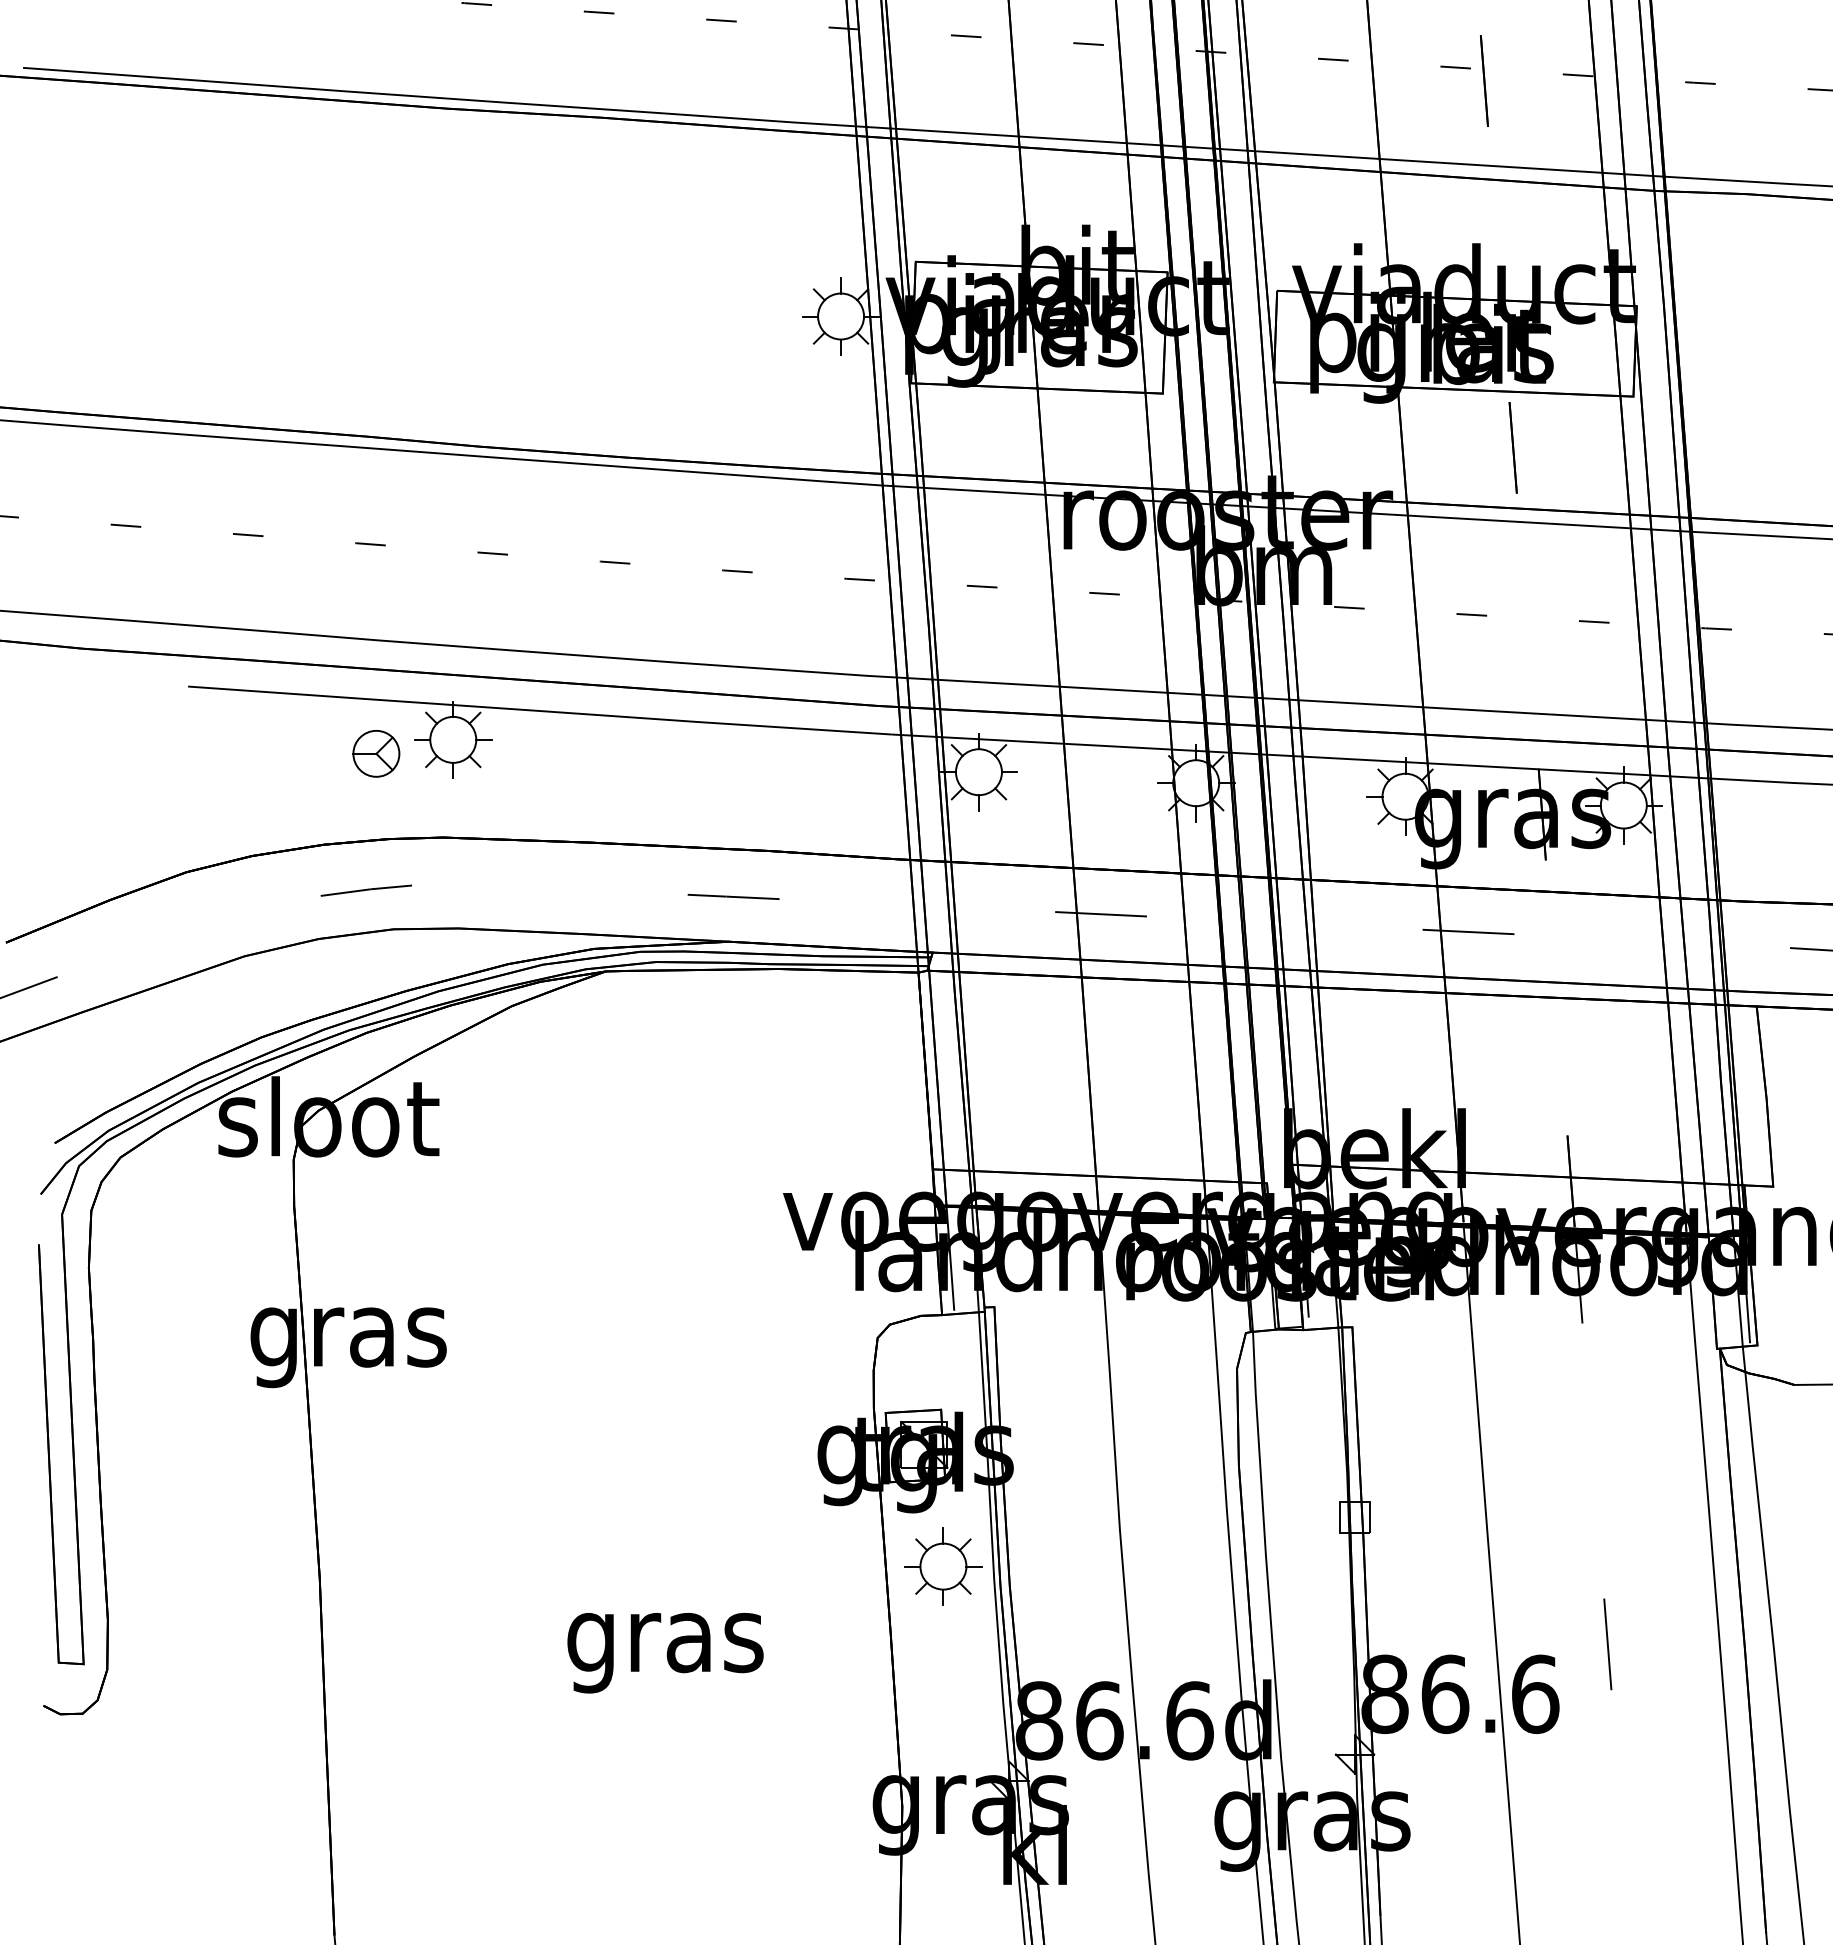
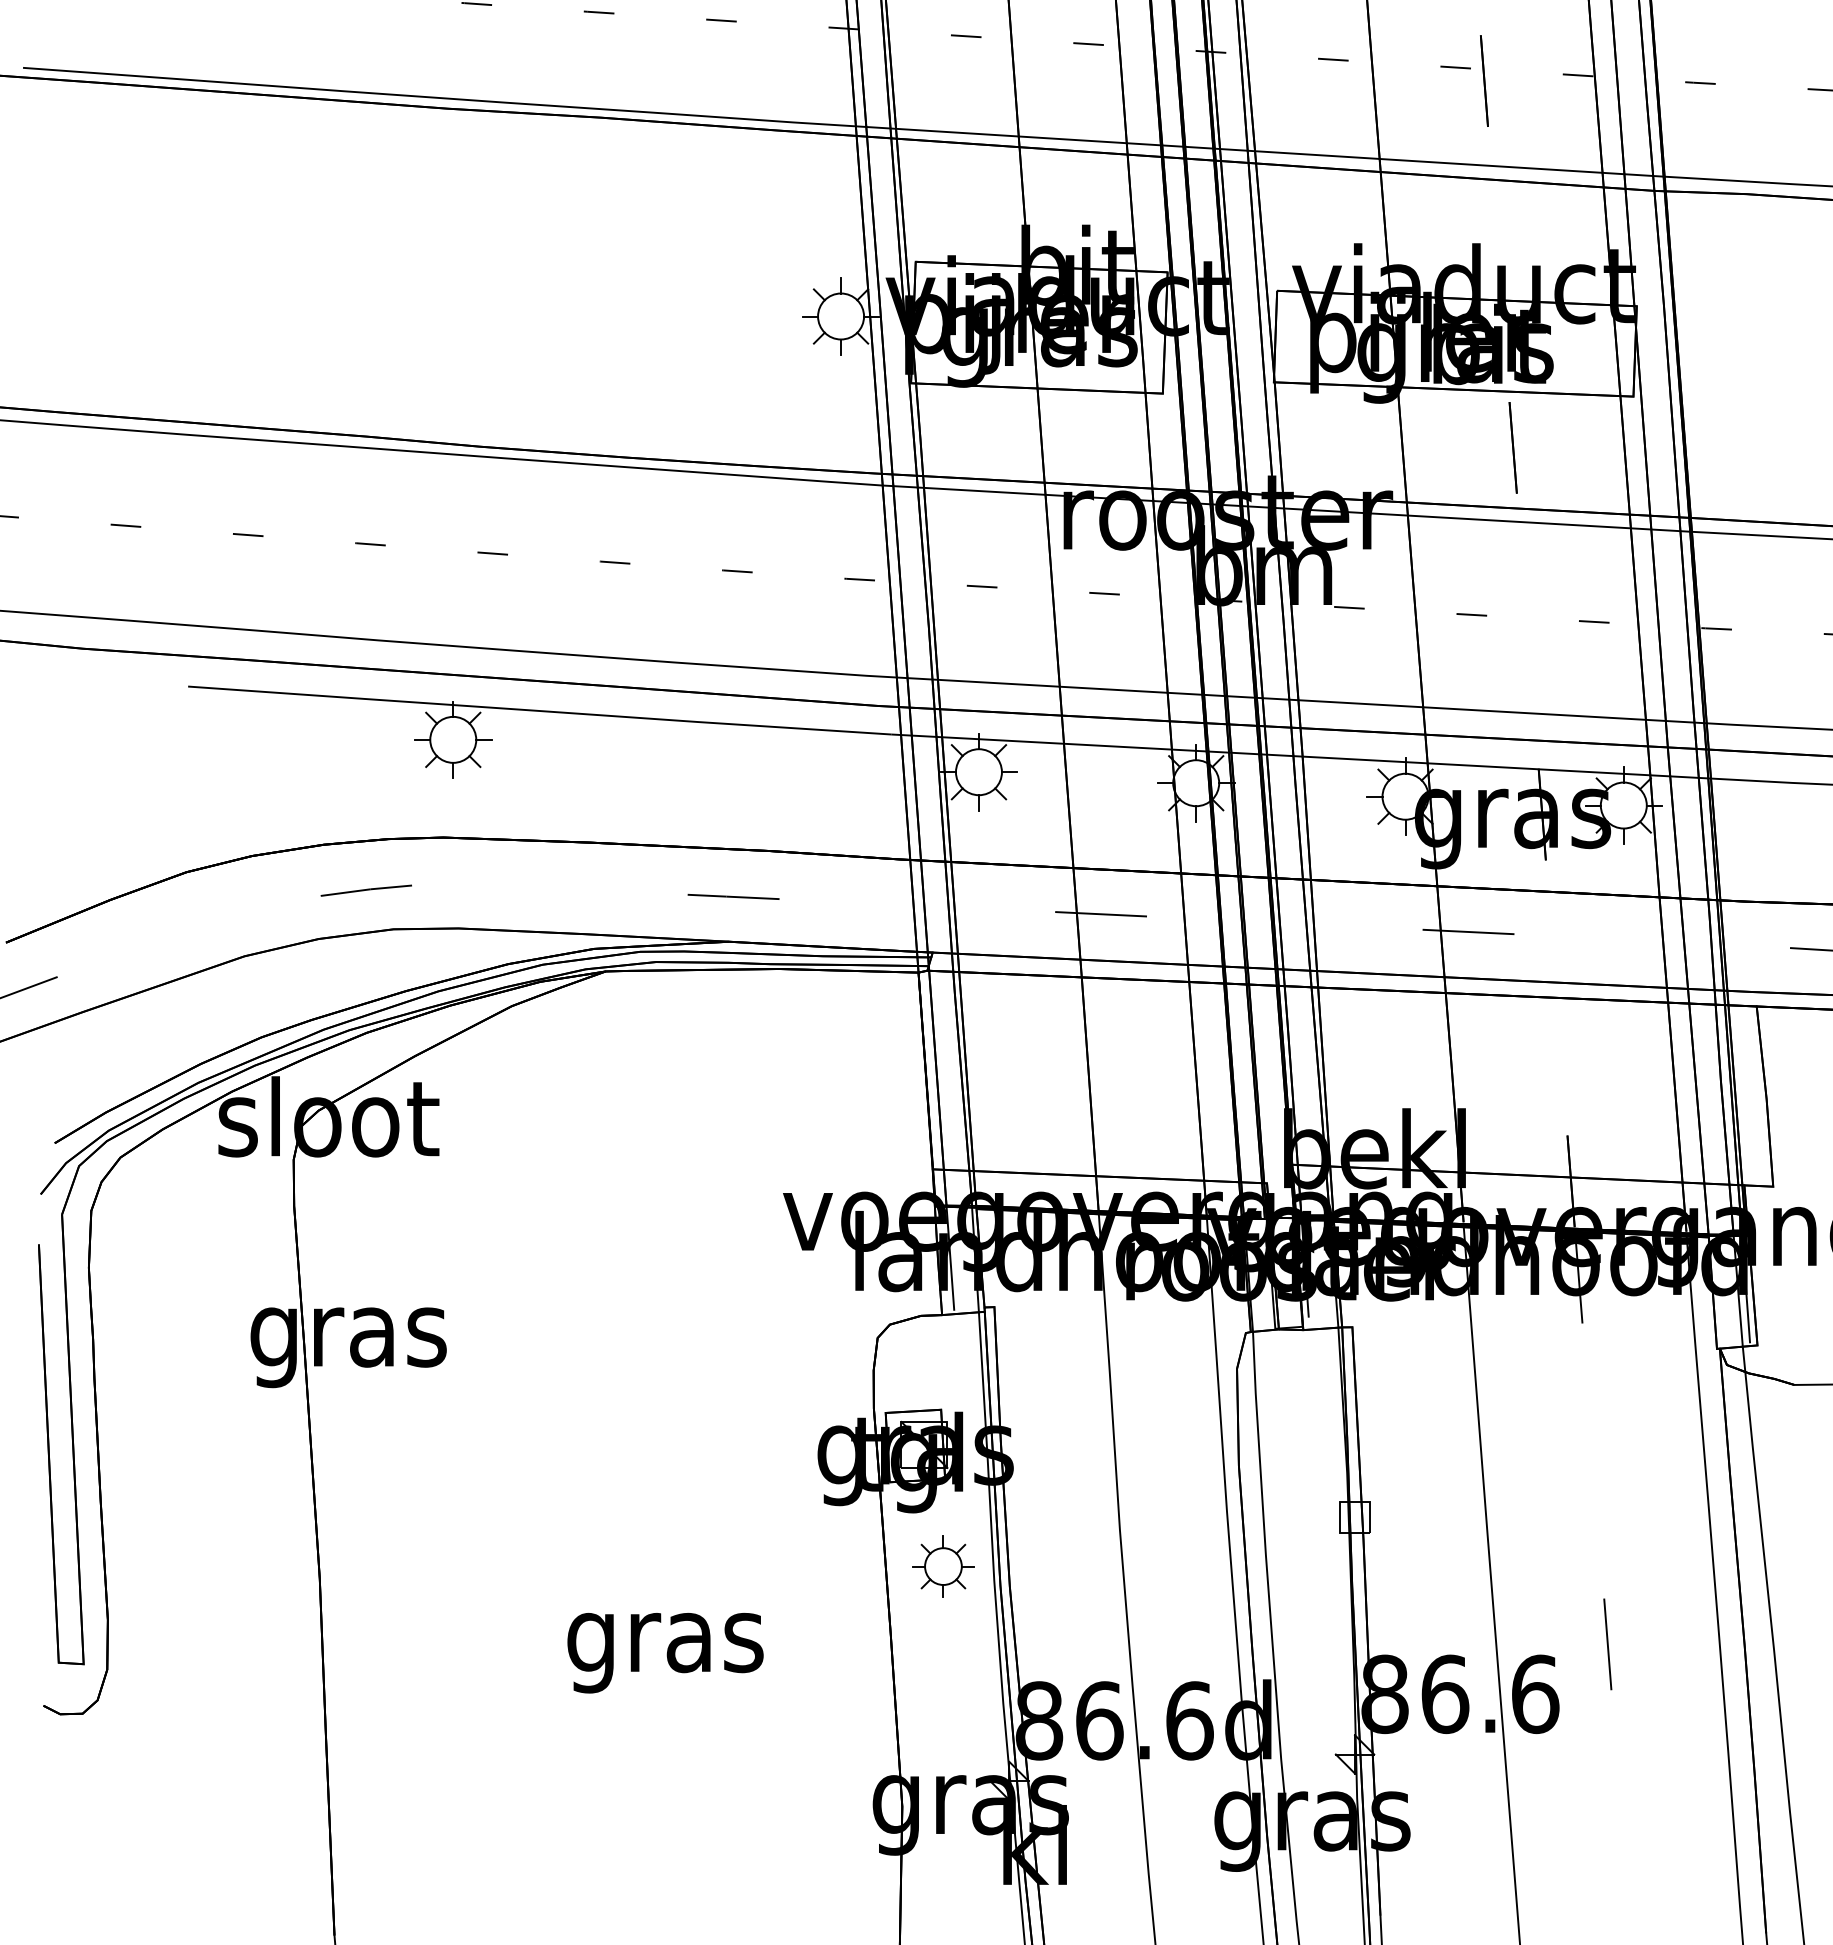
part at (376, 753): present -> none
part at (943, 1566) size: 79x79 px -> 63x63 px
